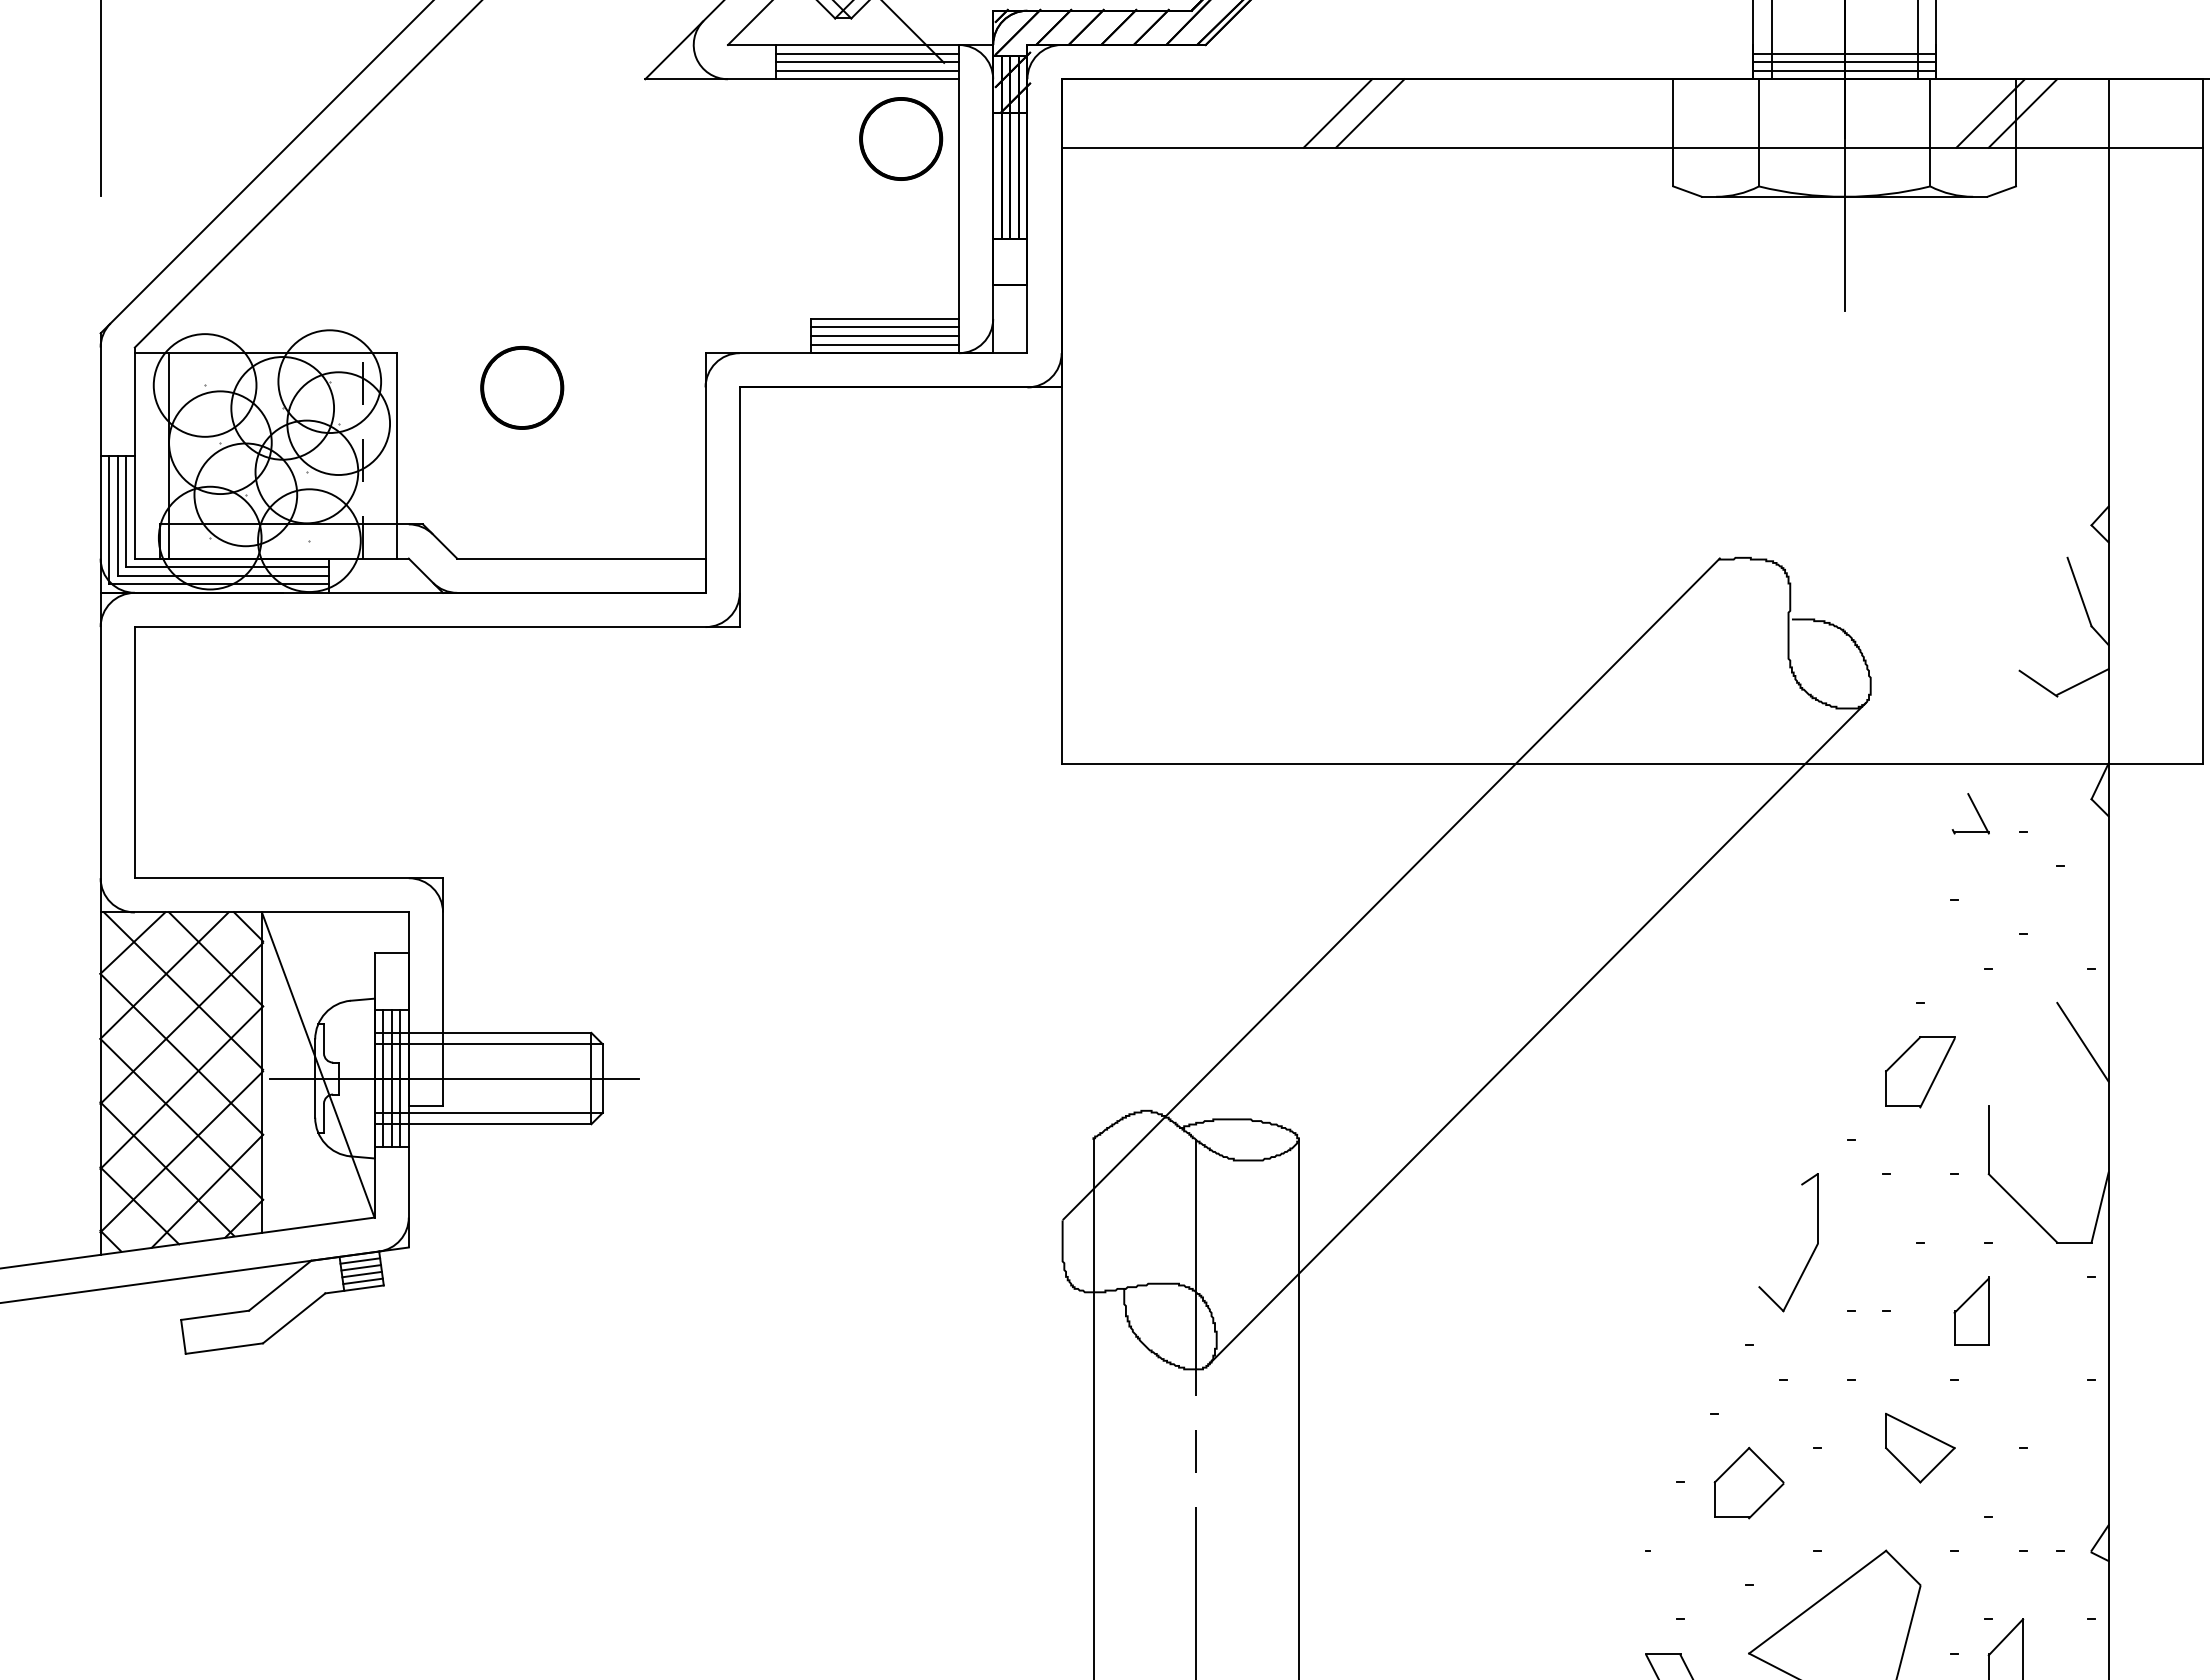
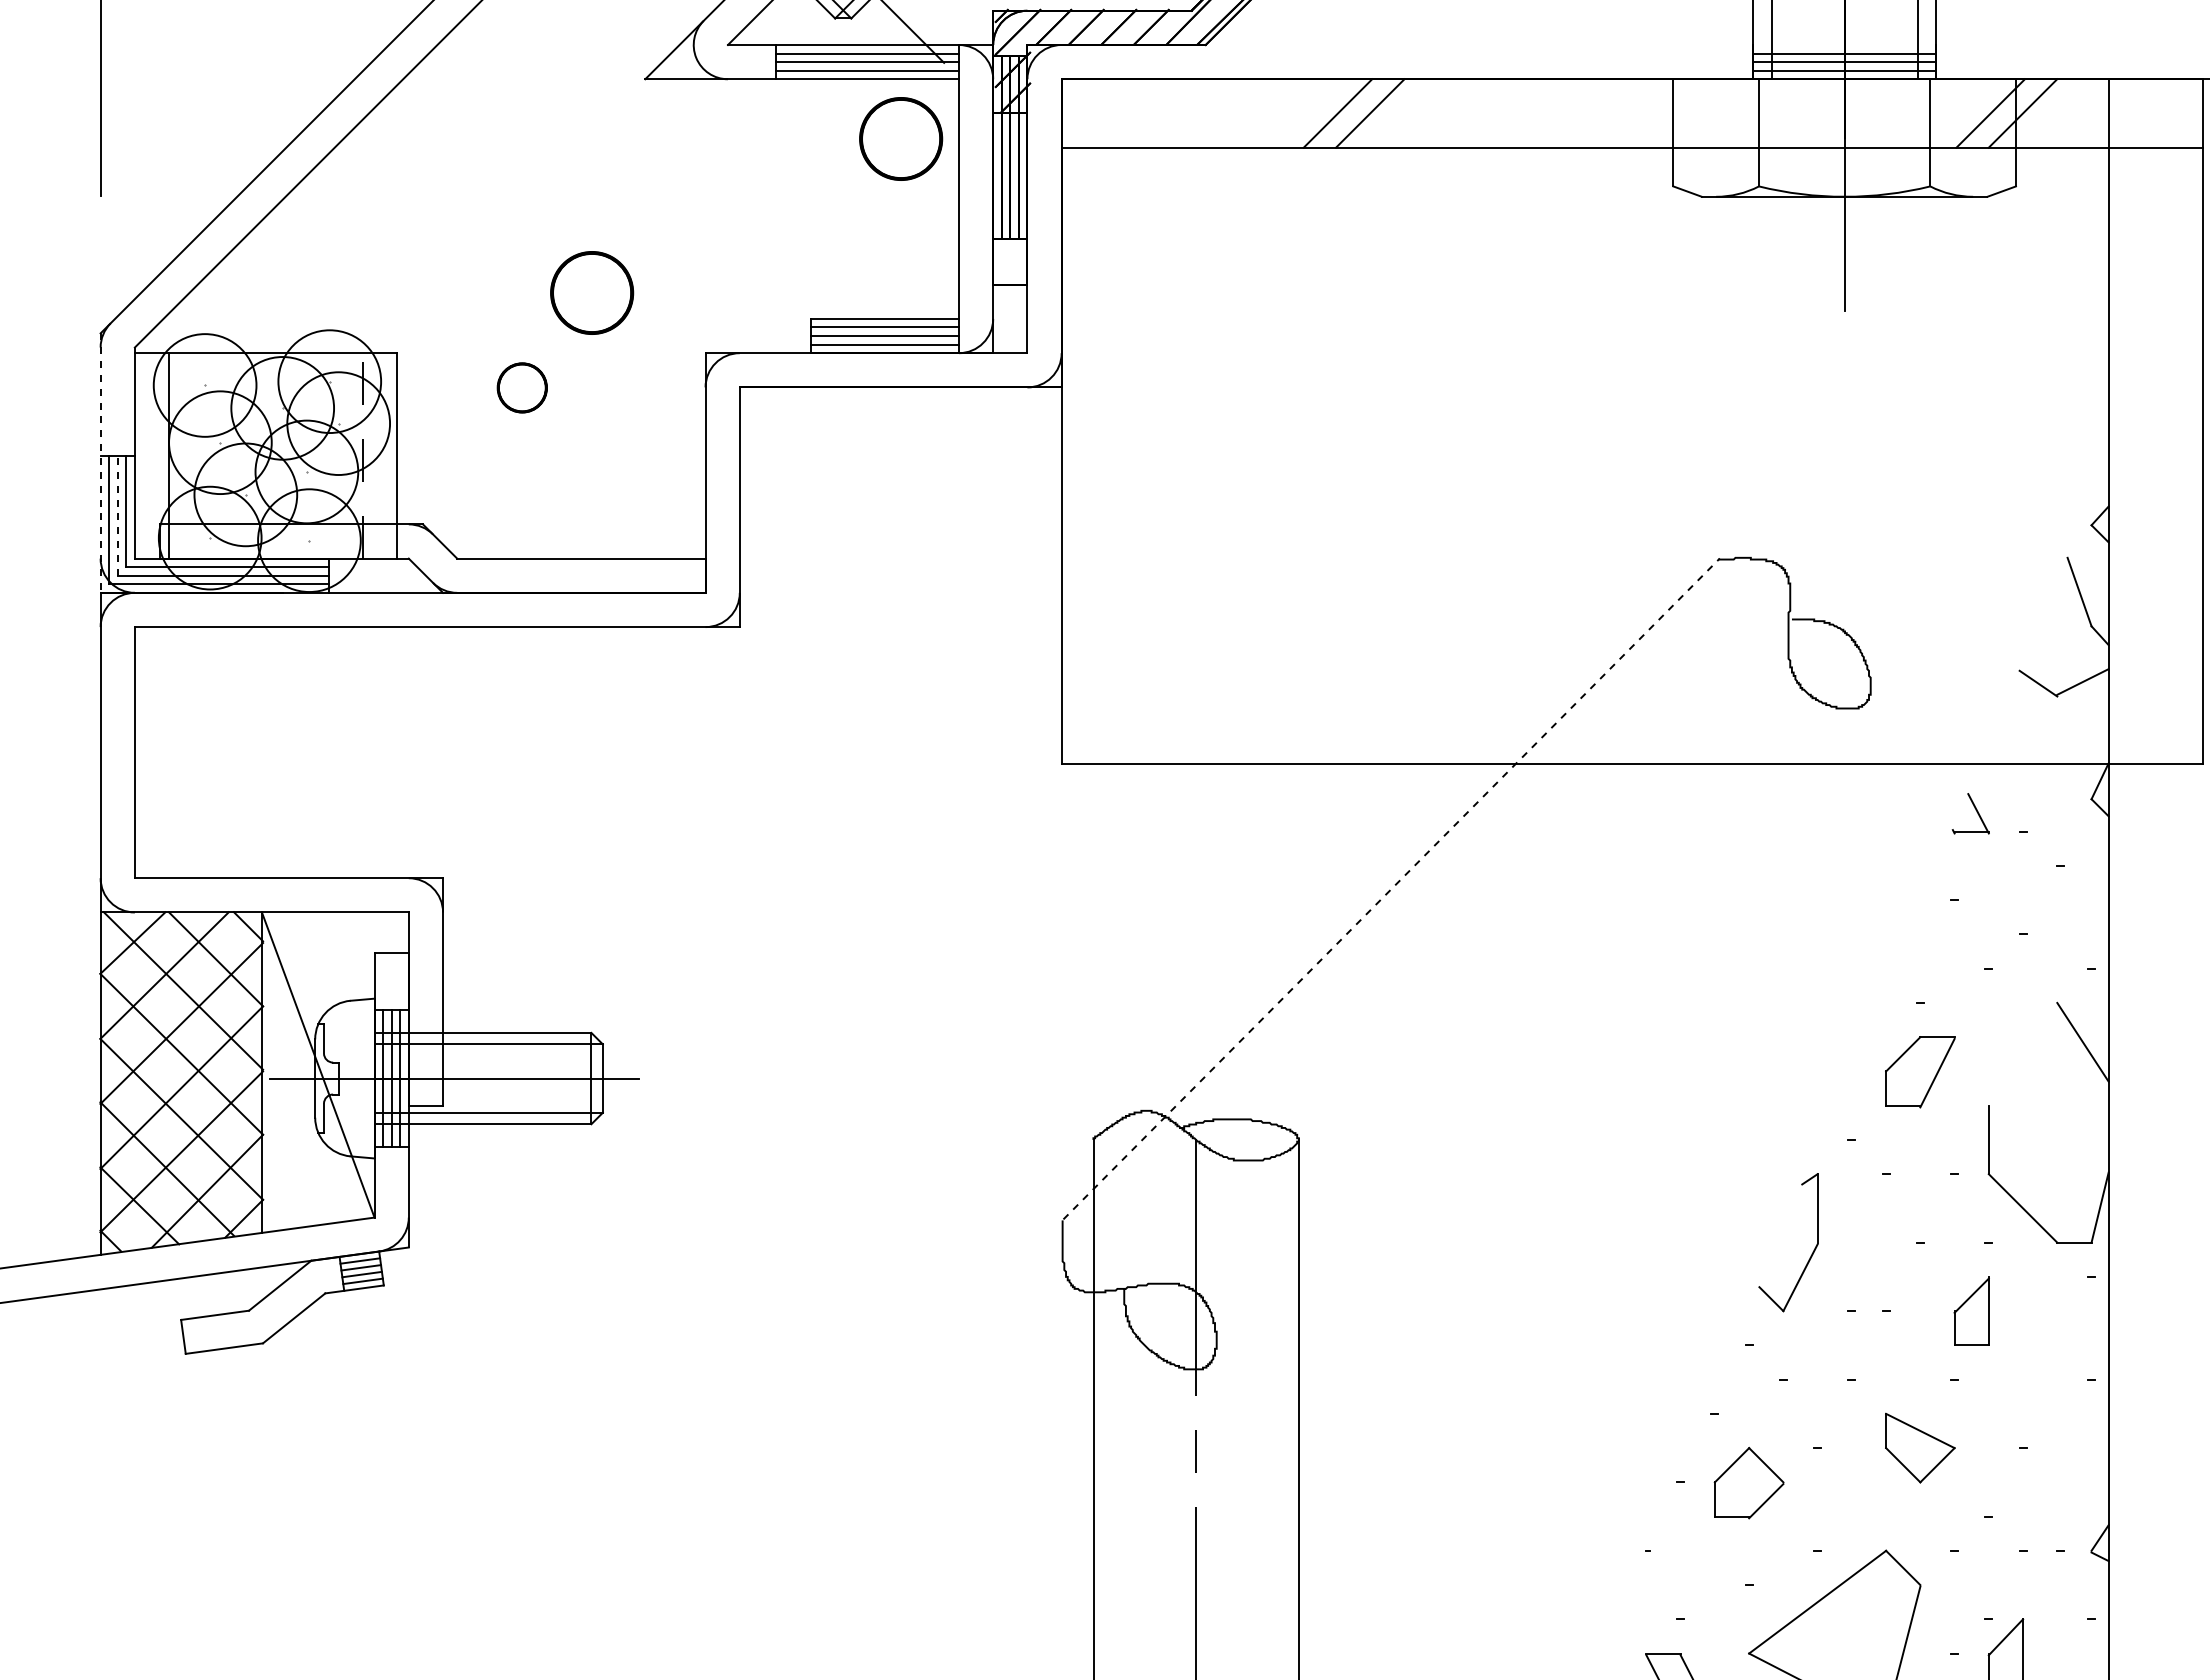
part at (592, 292): none -> present
part at (522, 387) size: 85x84 px -> 52x52 px
line at (100, 463): solid -> dashed
line at (117, 515): solid -> dashed
line at (1391, 888): solid -> dashed
line at (1537, 1033): present -> none
